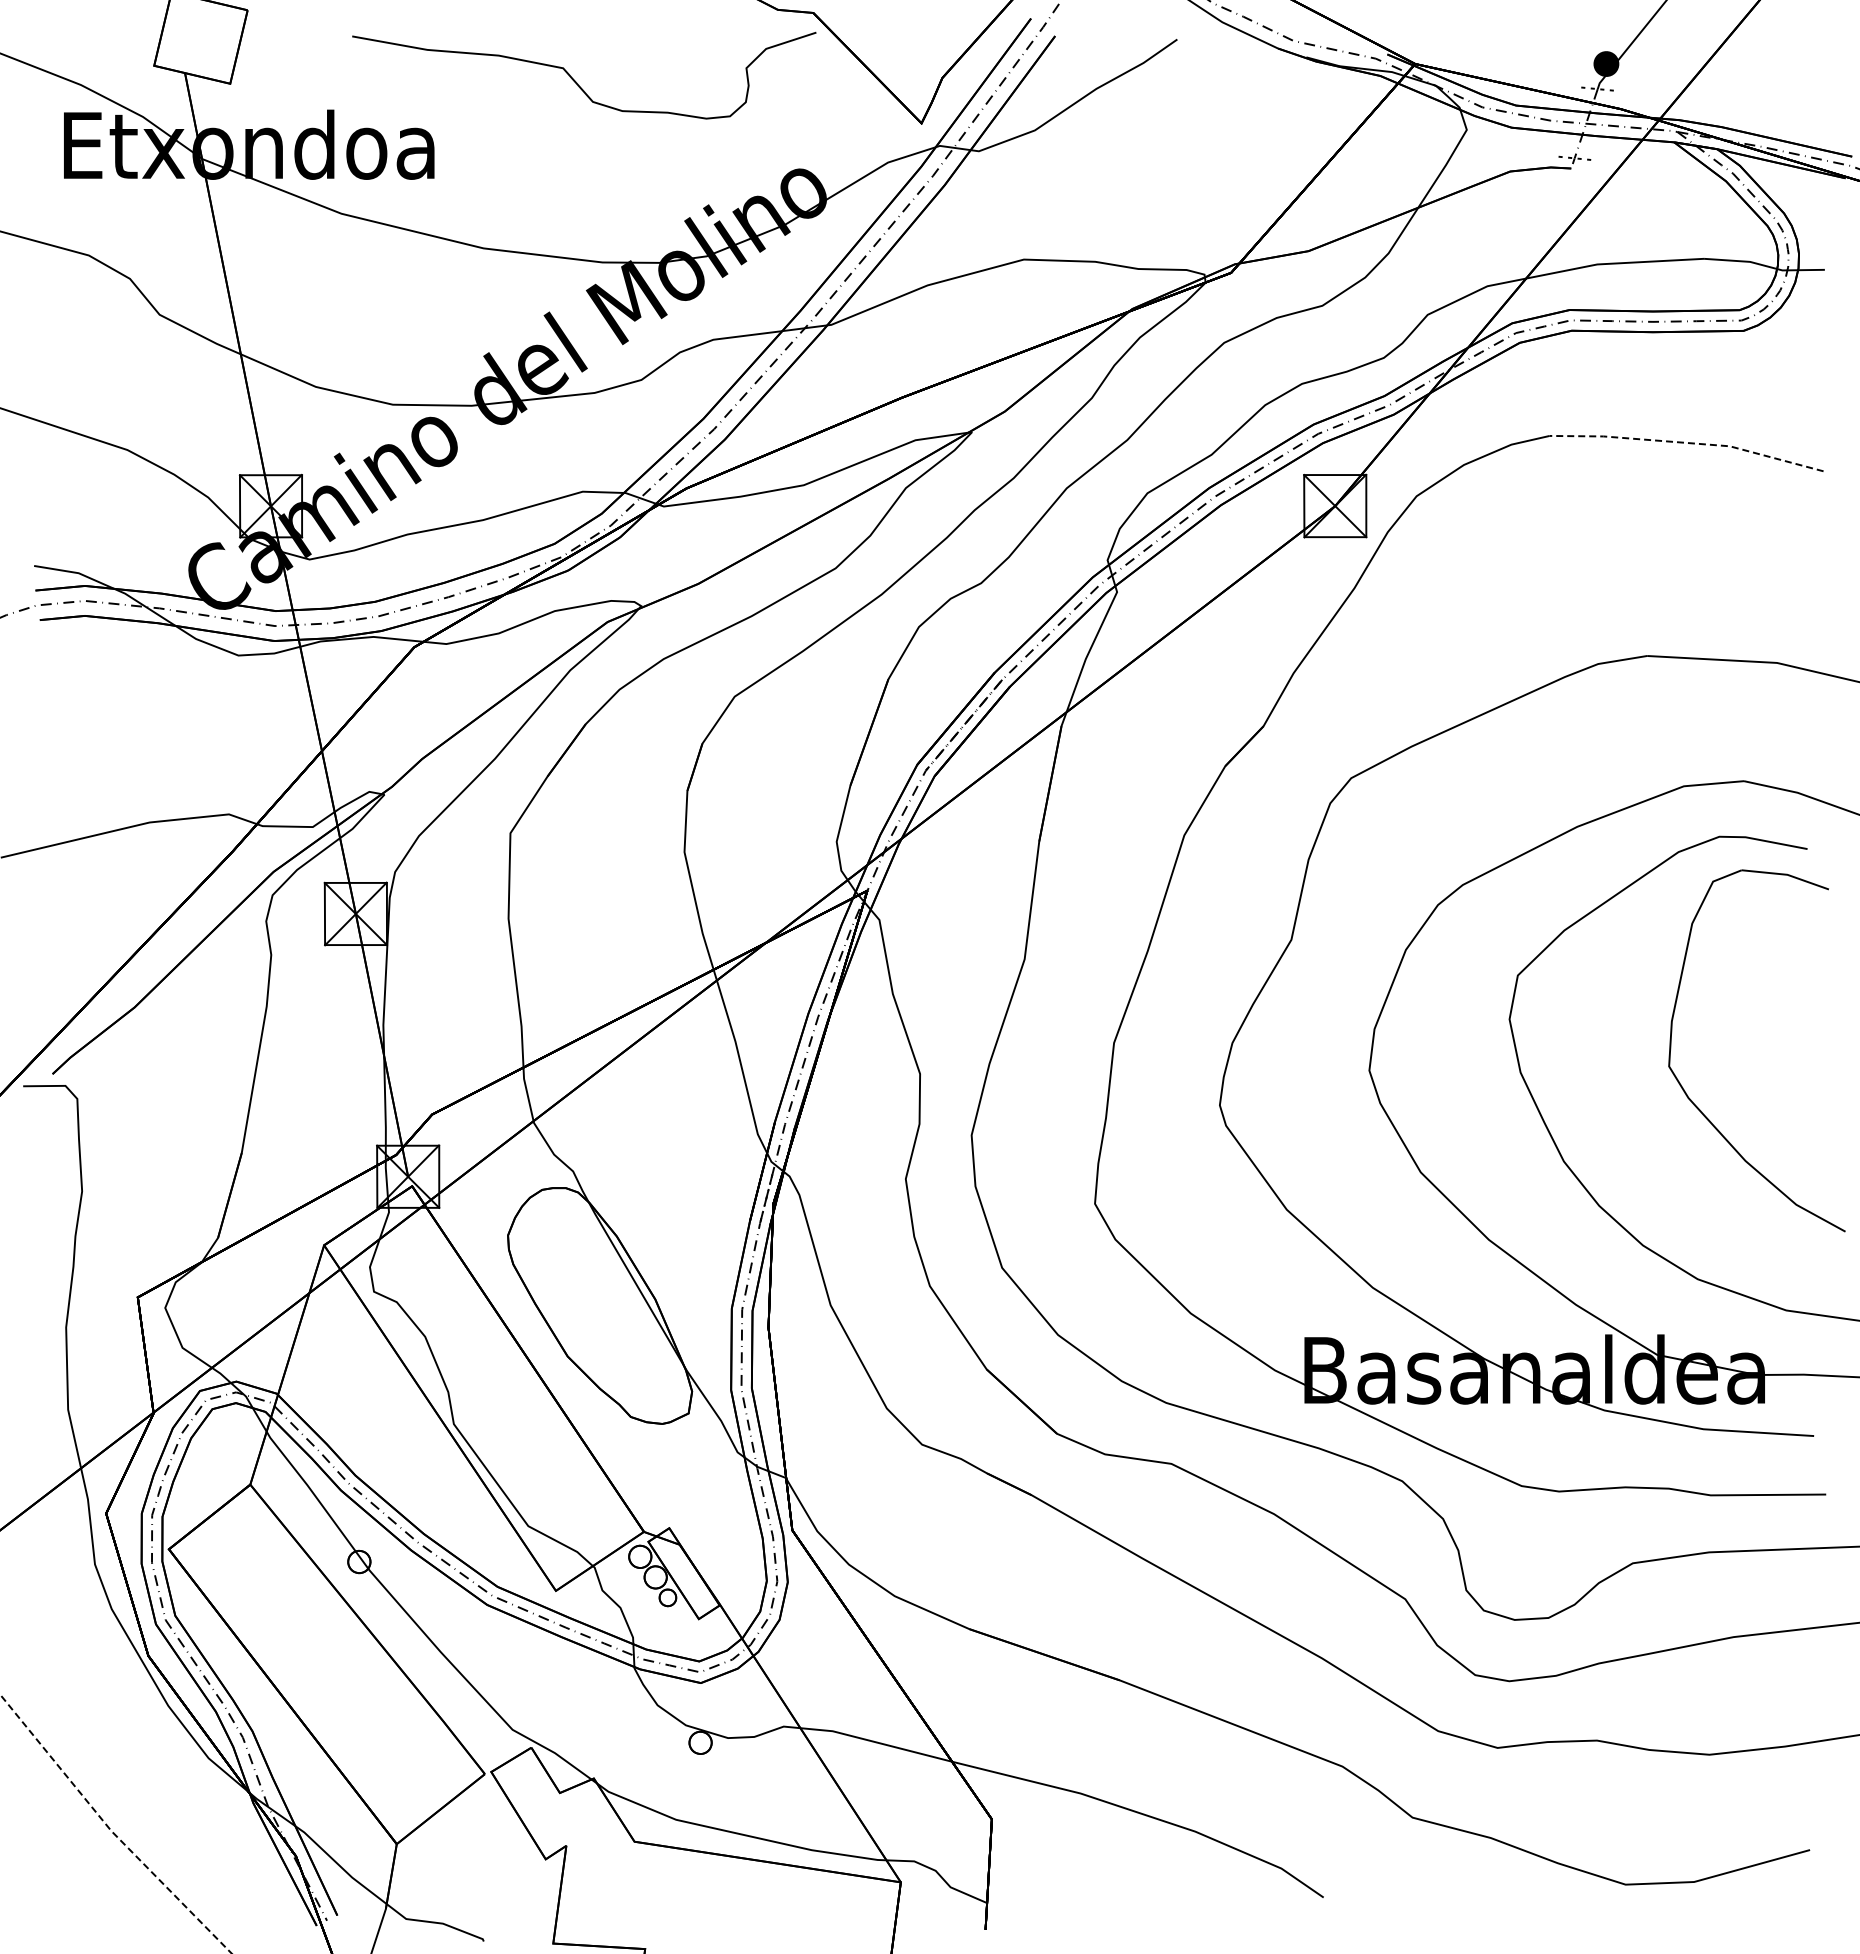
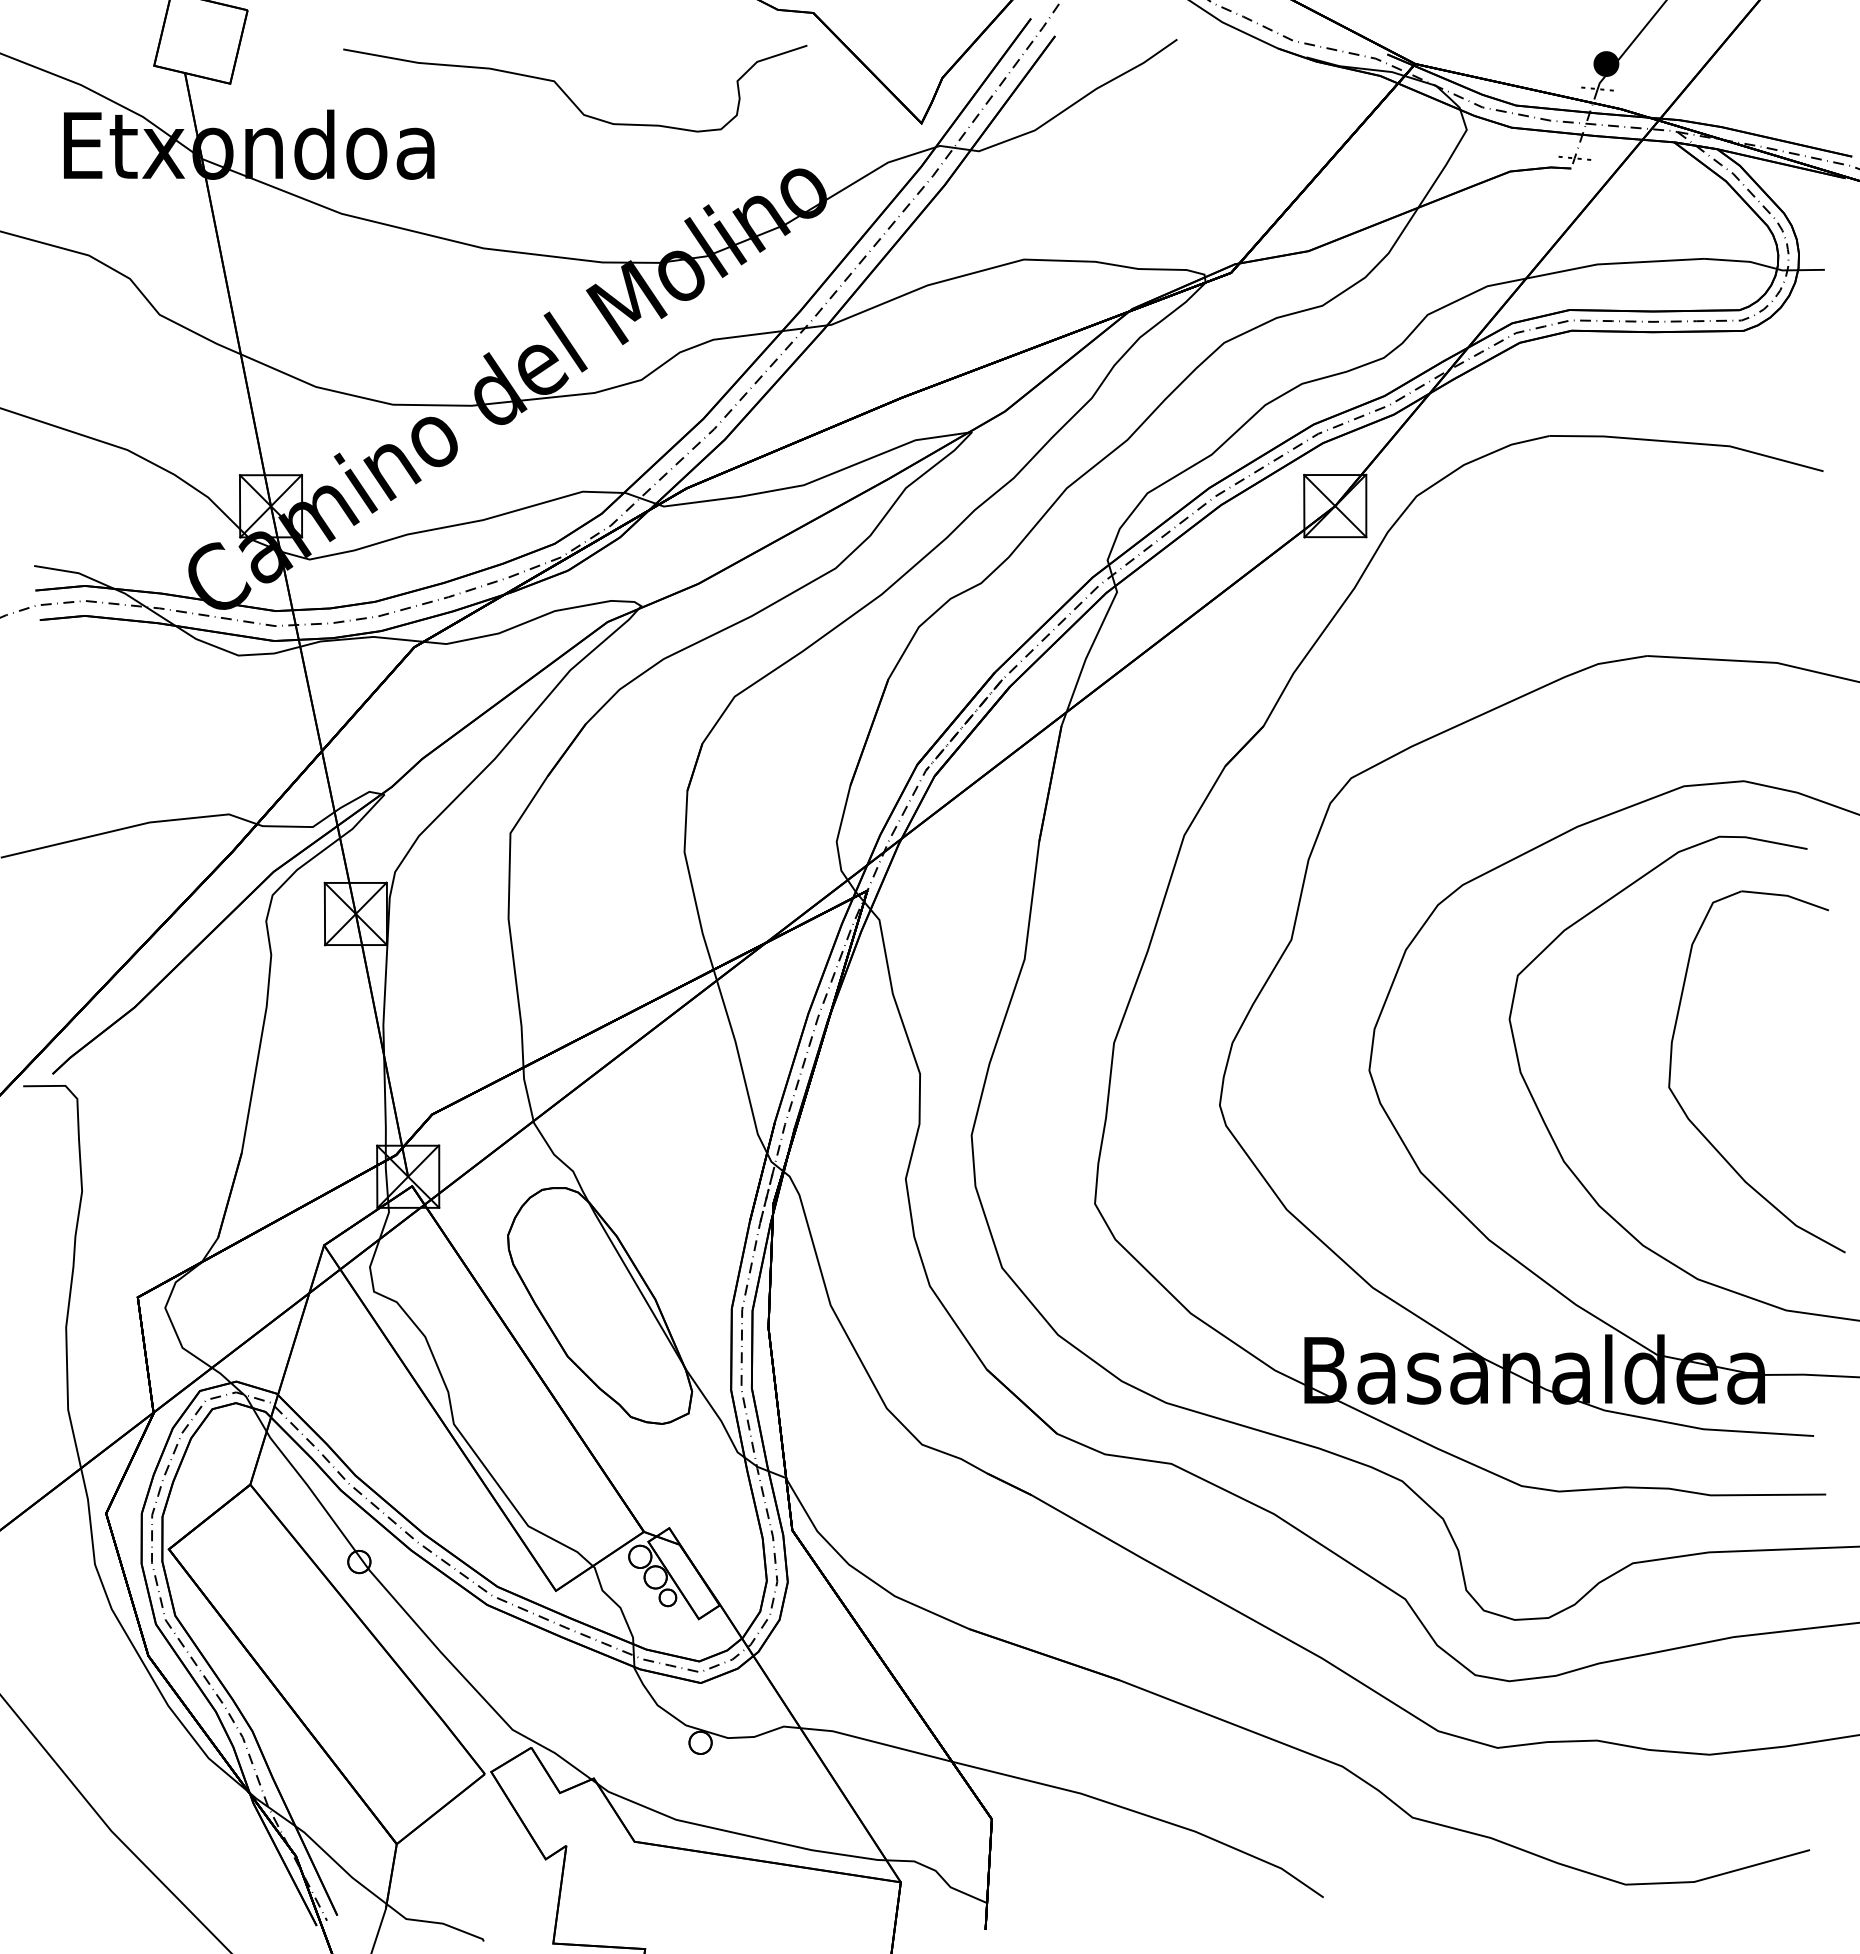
curve at (577, 82) position: (577, 82) -> (568, 95)
line at (1687, 442): dashed -> solid
part at (1698, 1107) position: (1698, 1107) -> (1698, 1128)
line at (110, 1829): dashed -> solid
